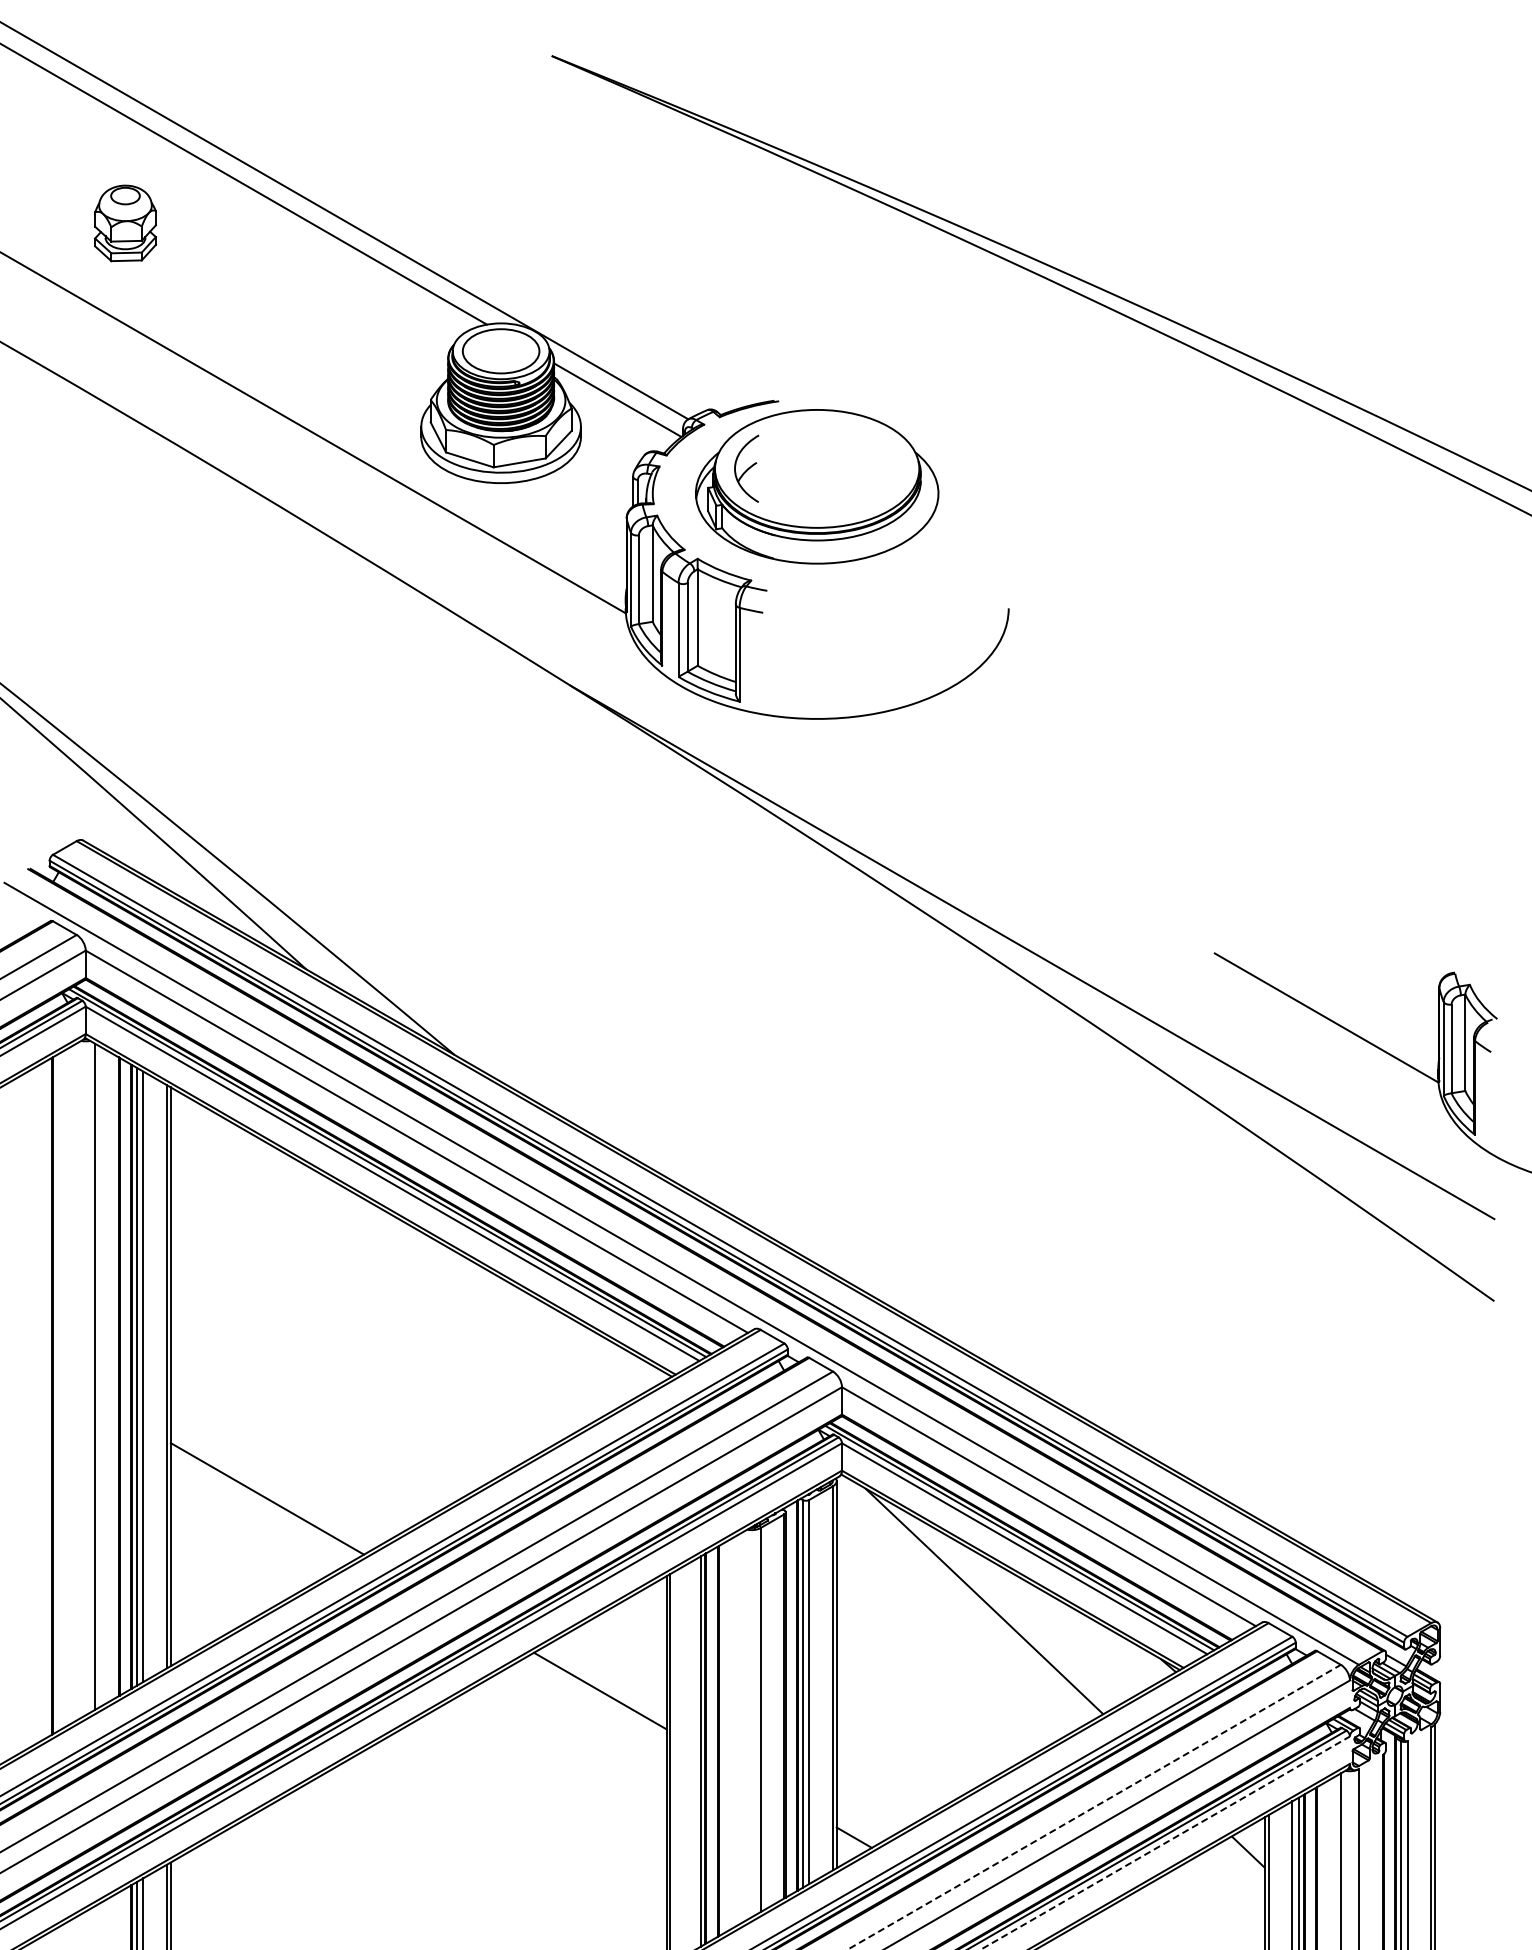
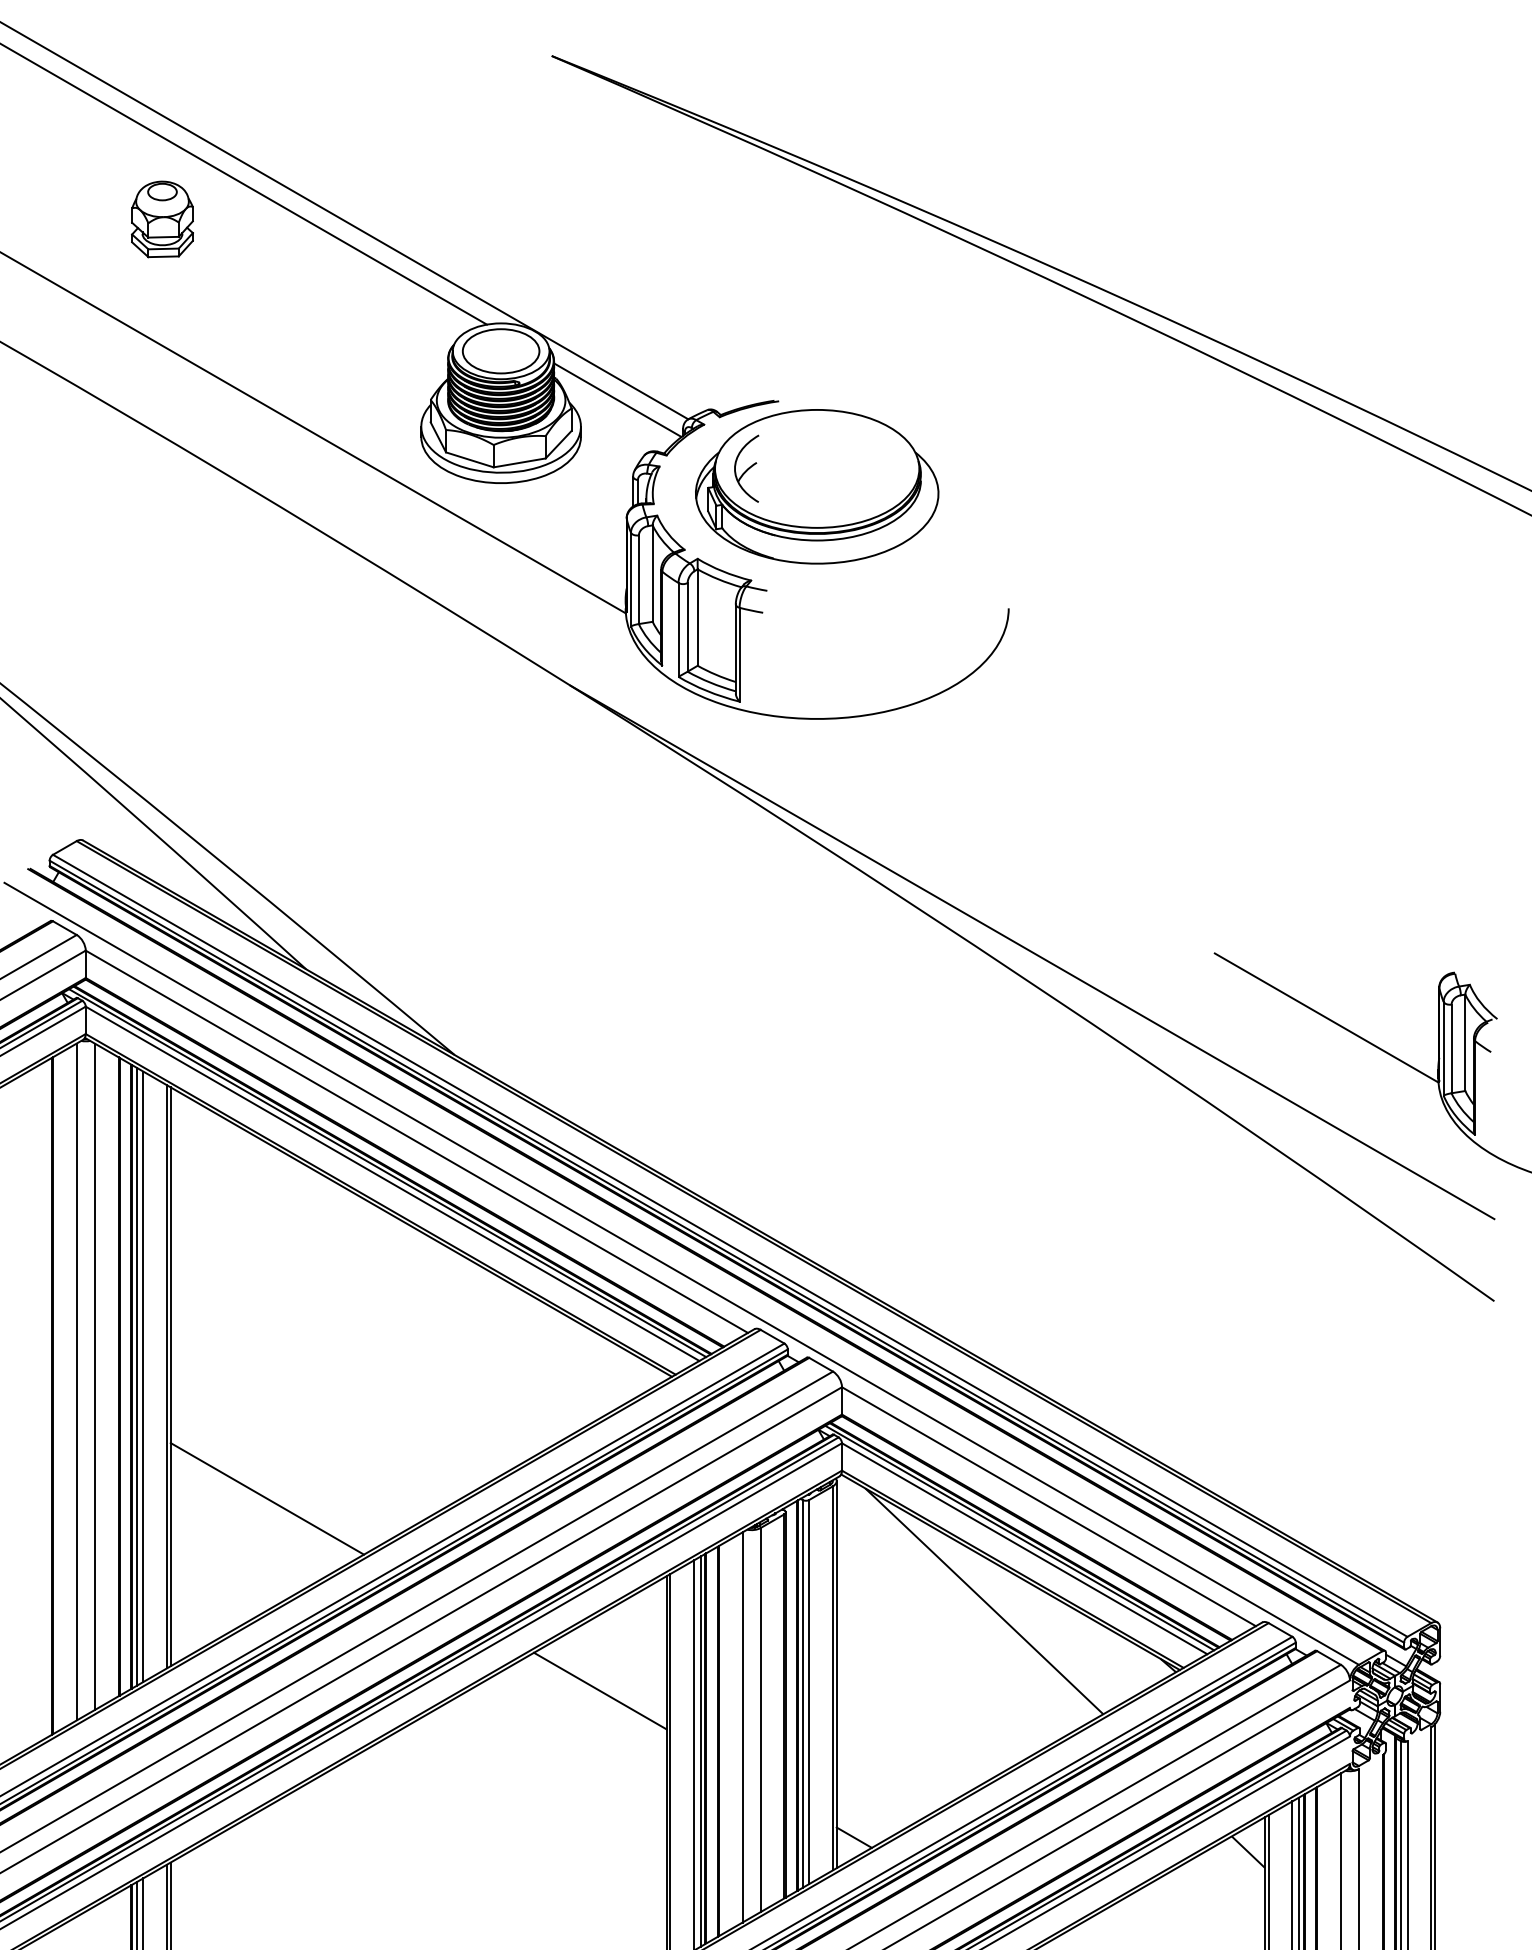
part at (125, 223) position: (125, 223) -> (162, 219)
line at (76, 1381): none -> present
line at (742, 1727): none -> present
line at (694, 1753): none -> present
line at (1094, 1807): dashed -> solid
line at (1165, 1843): dashed -> solid
